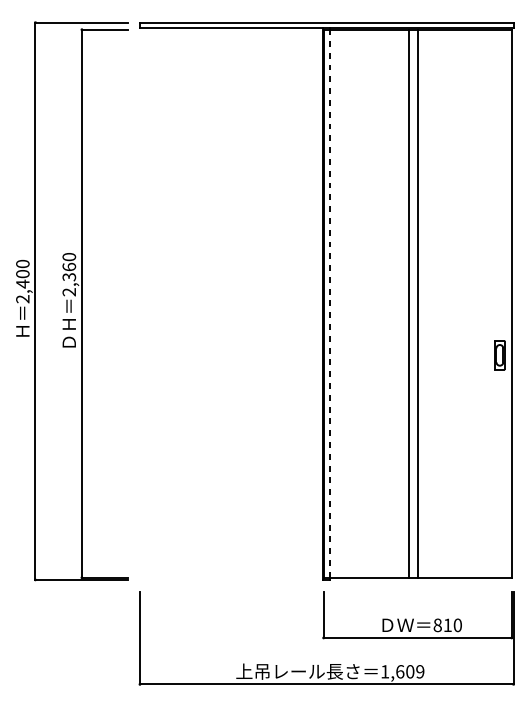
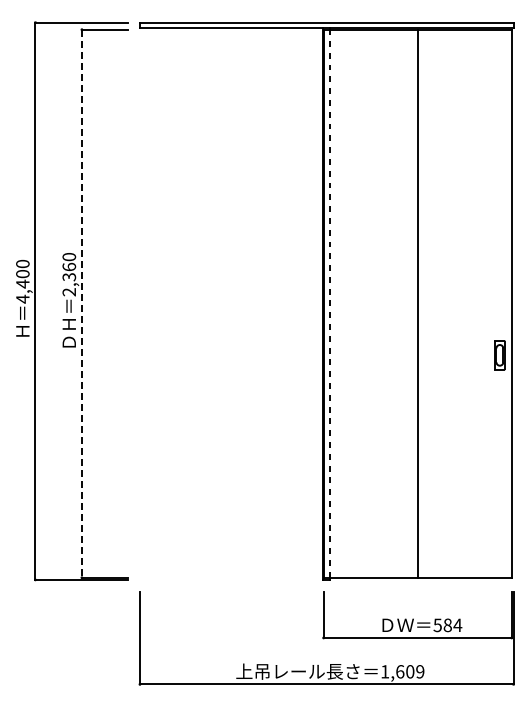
text at (22, 298): 2,400 -> 4,400
line at (408, 303): present -> none
line at (81, 304): solid -> dashed
text at (447, 625): 810 -> 584
